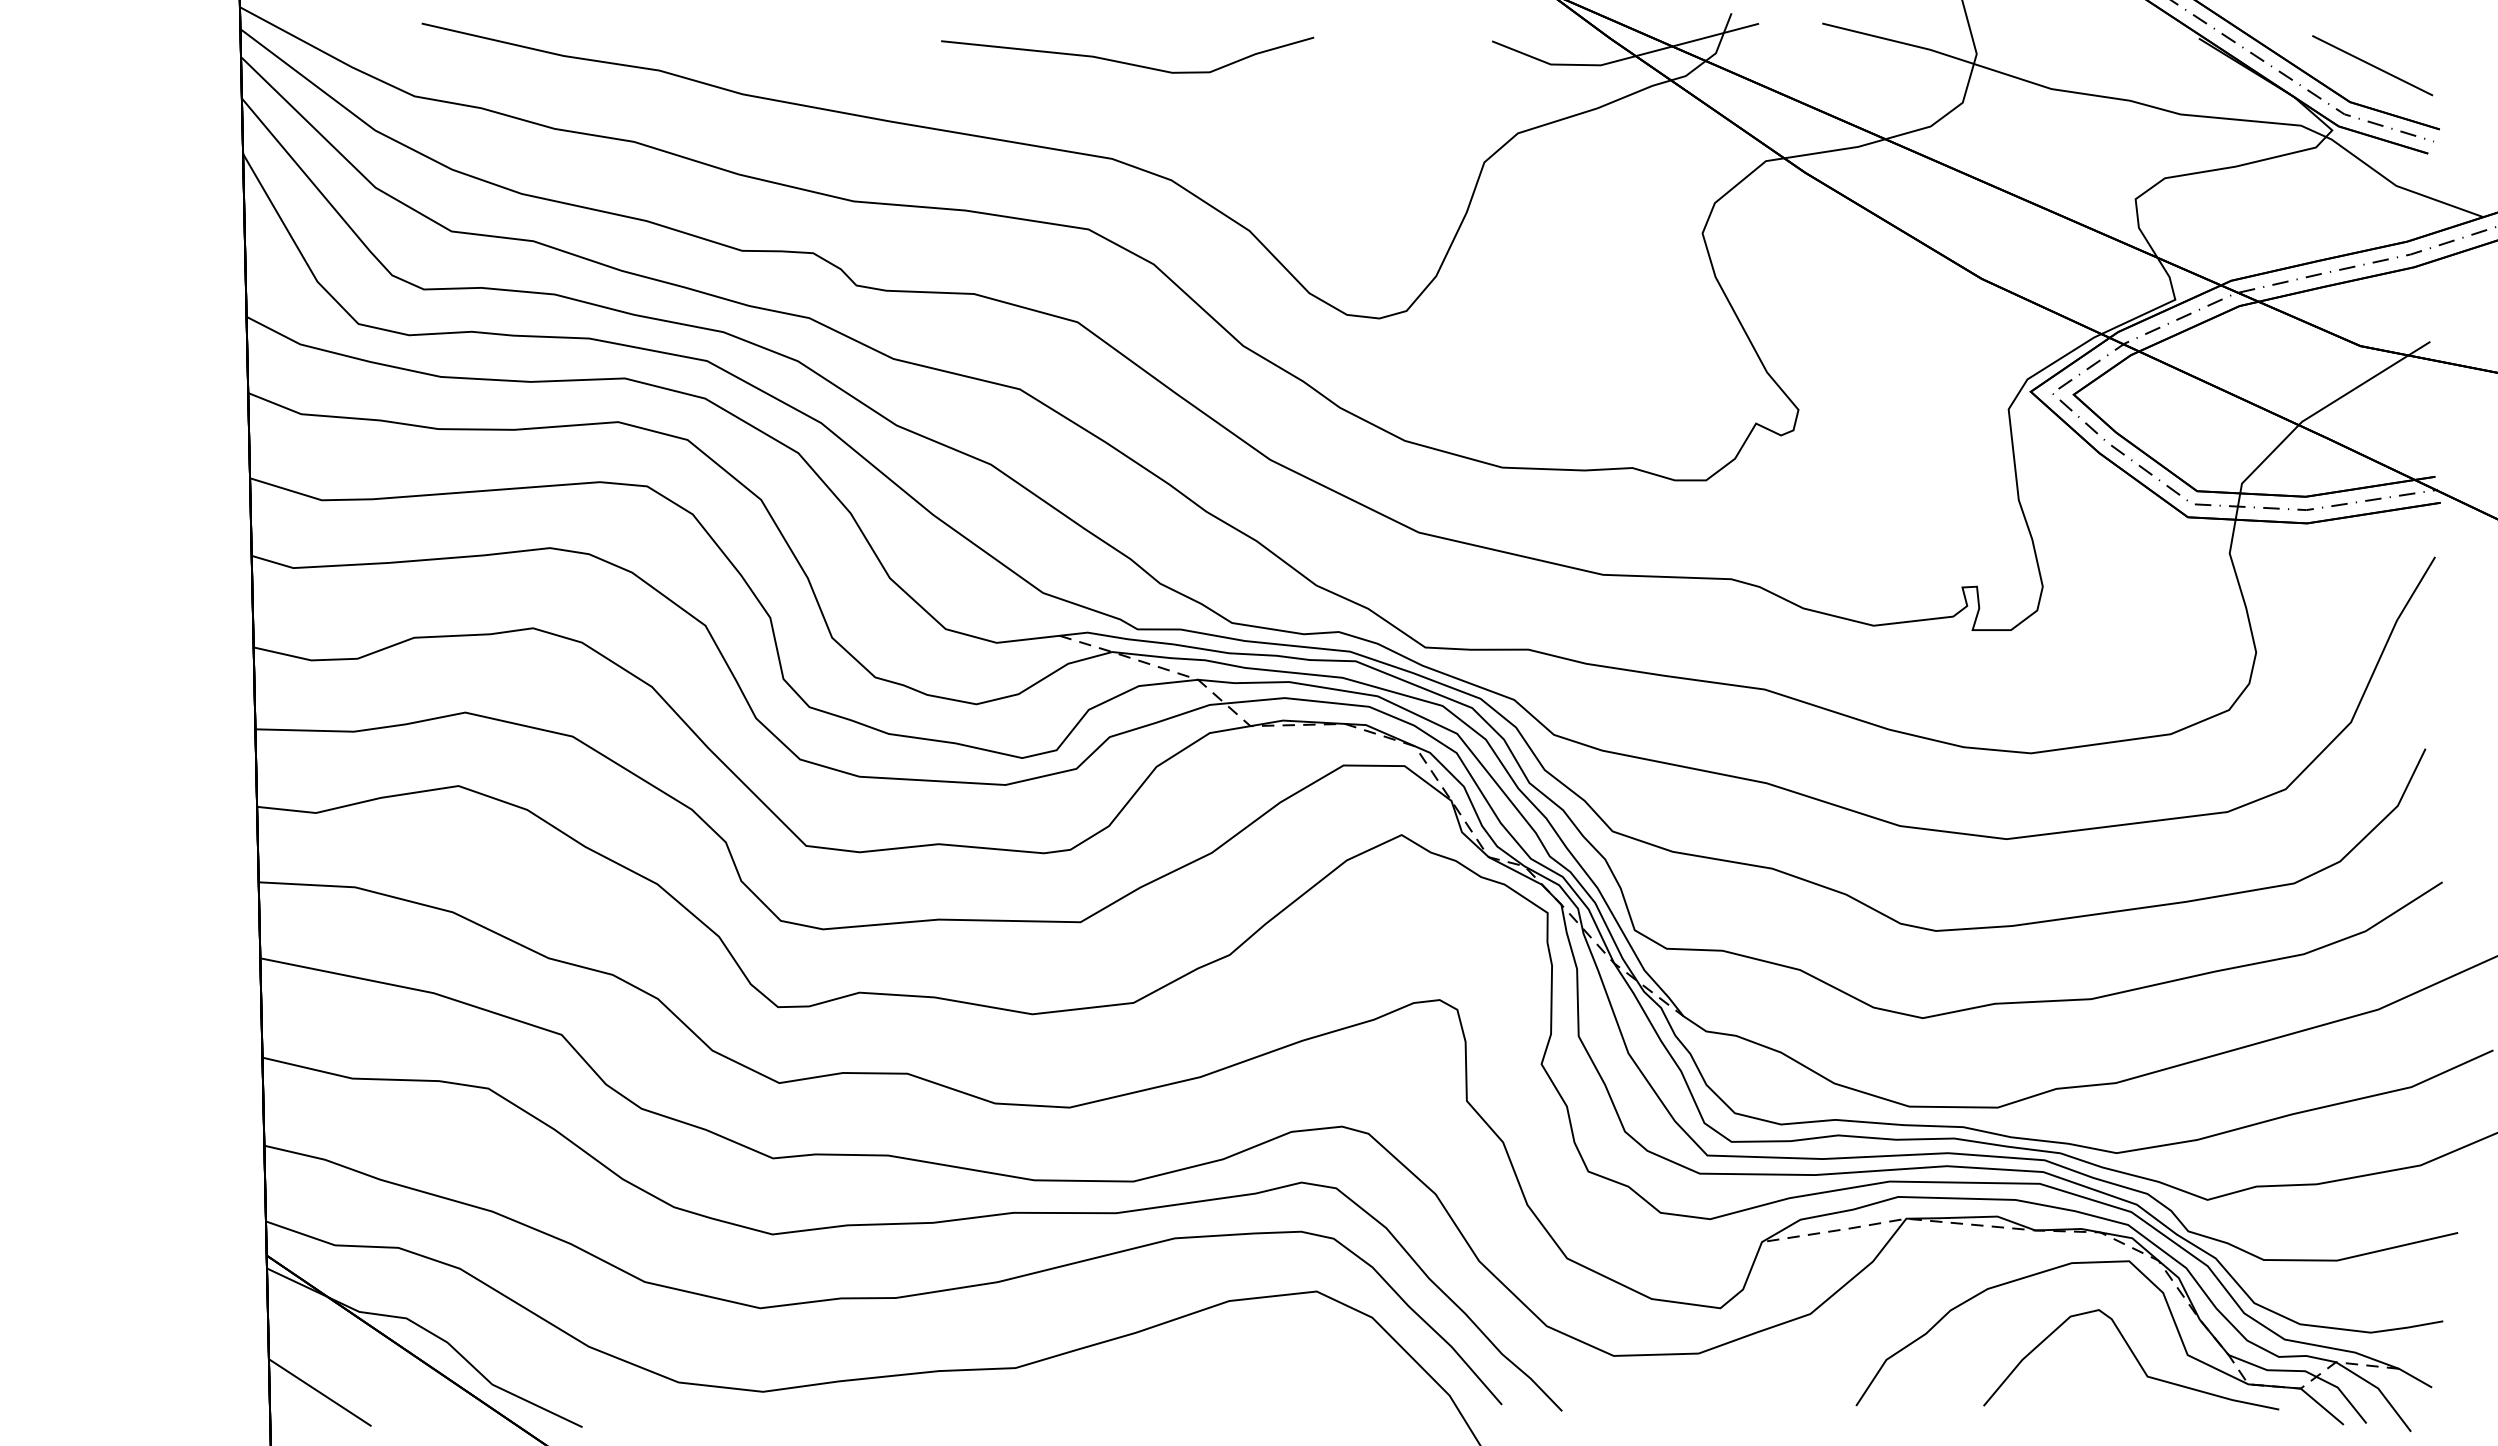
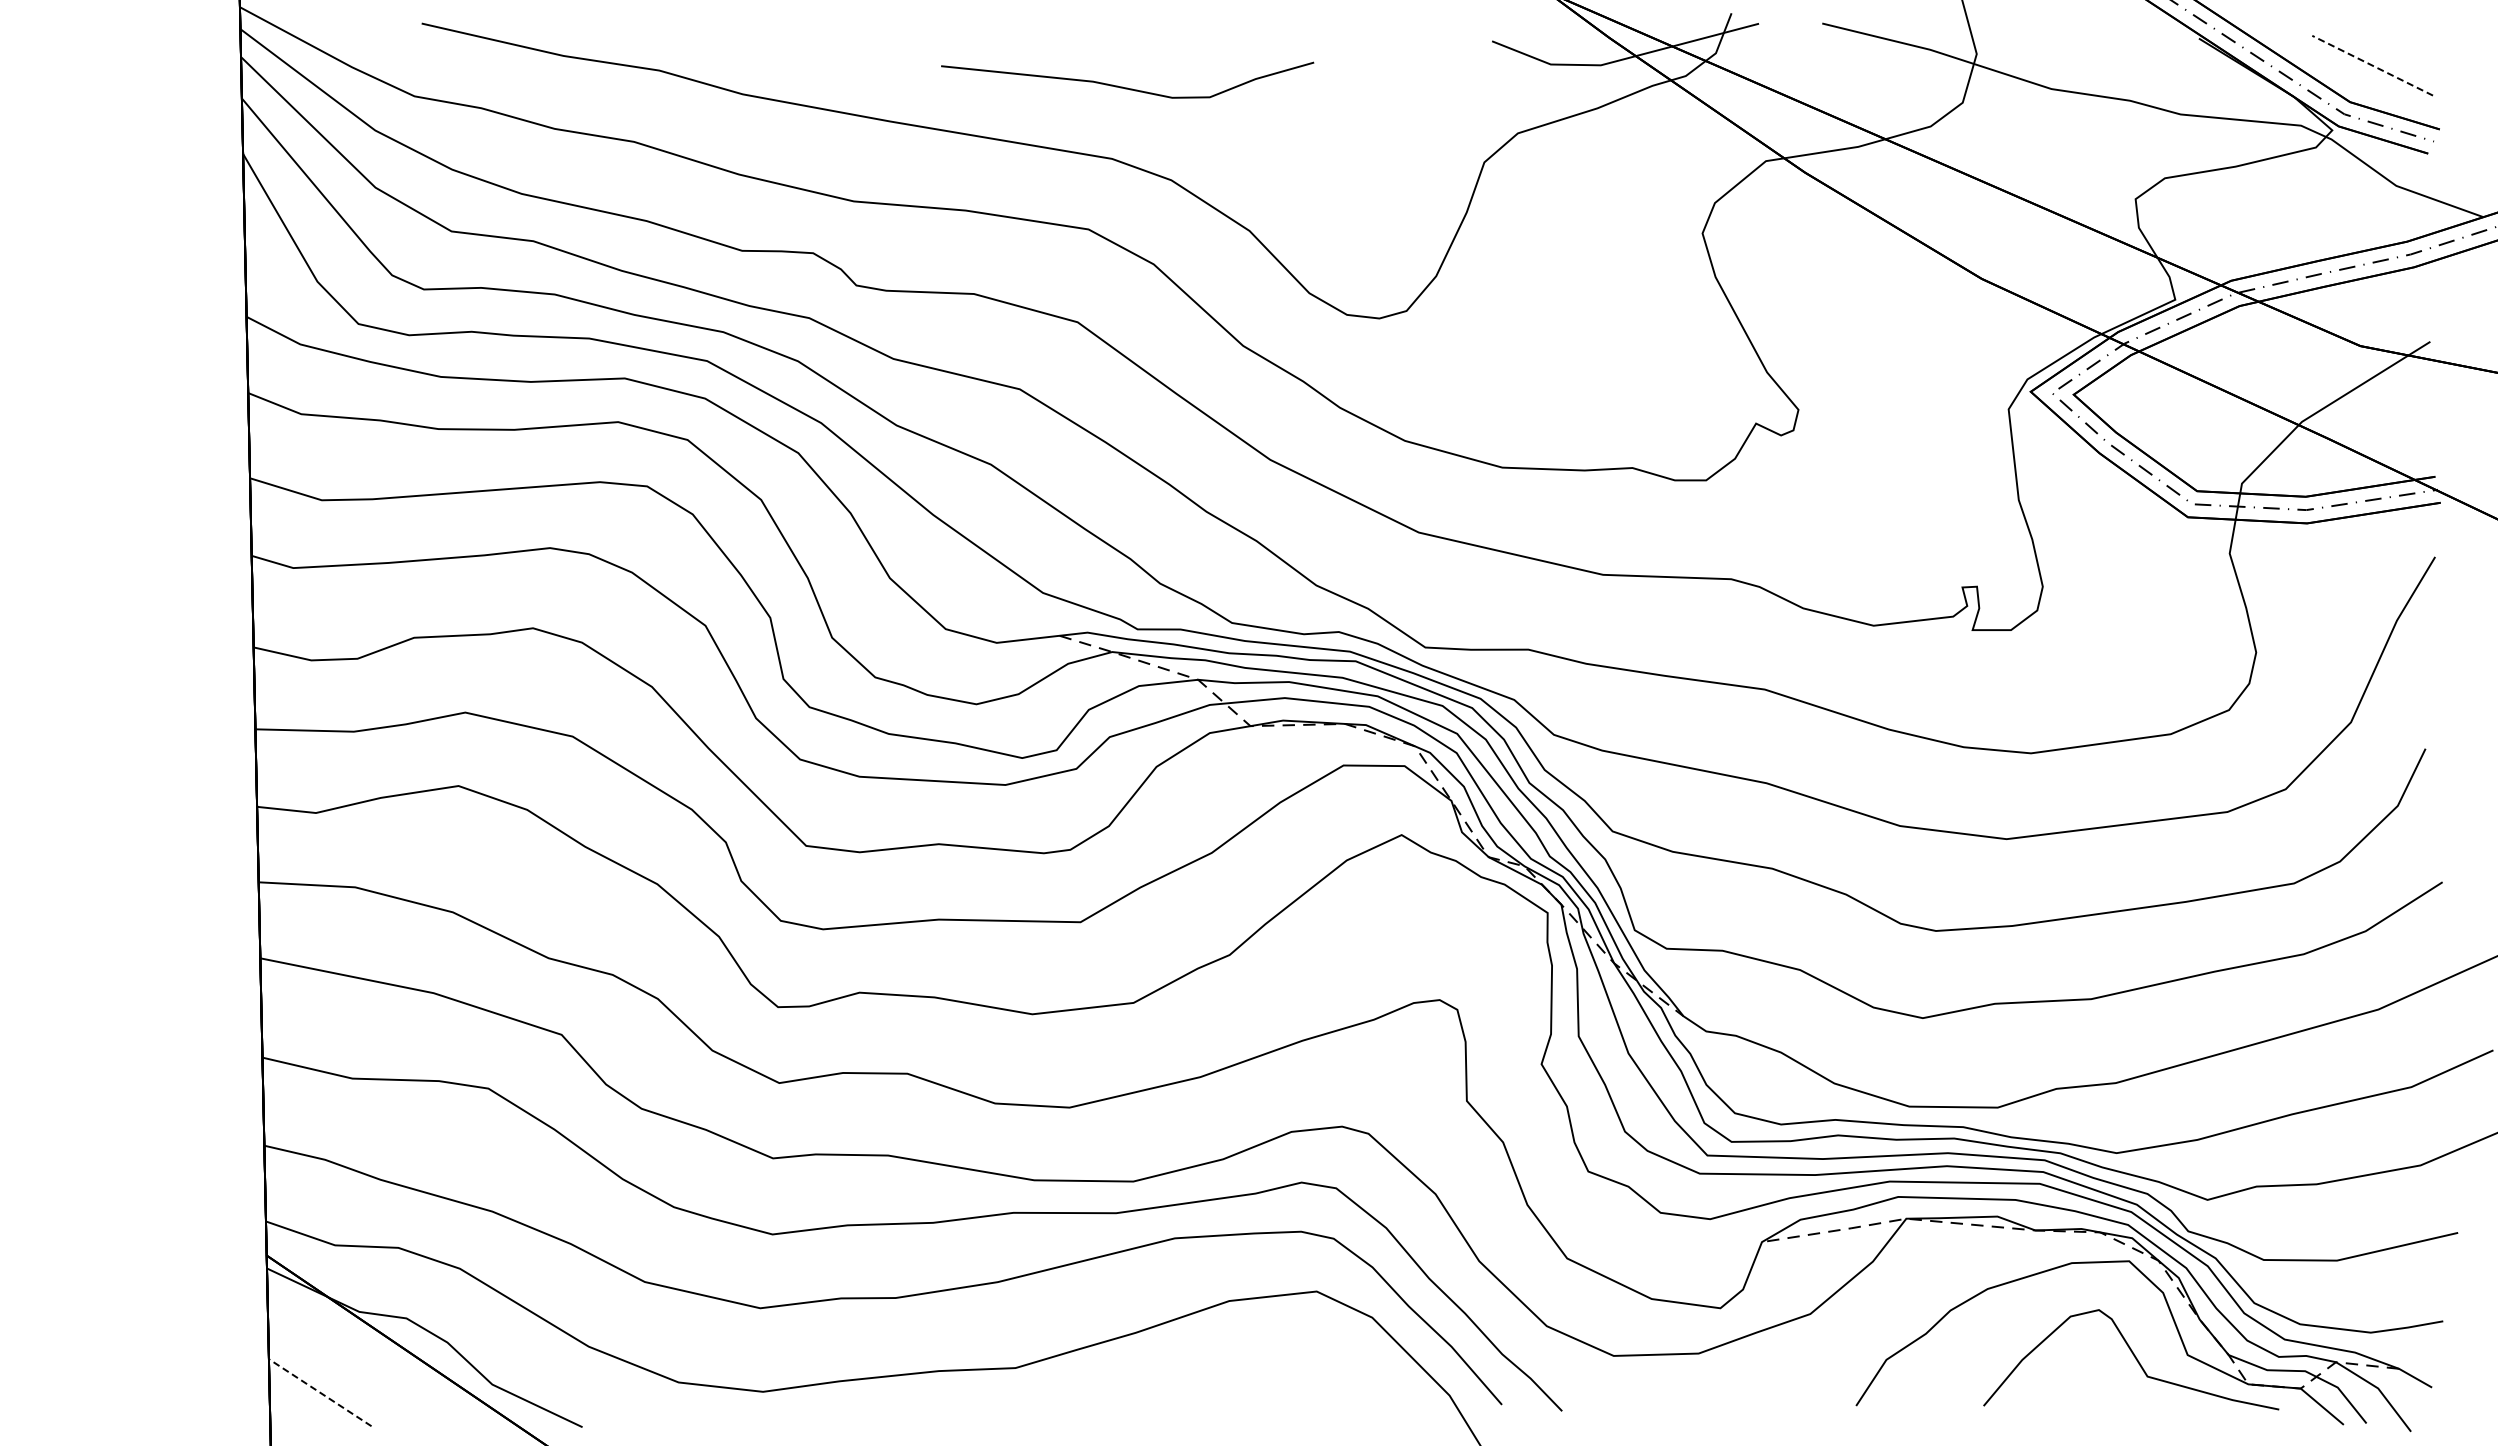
curve at (1127, 62) position: (1127, 62) -> (1127, 87)
line at (2372, 65): solid -> dashed
line at (319, 1392): solid -> dashed
